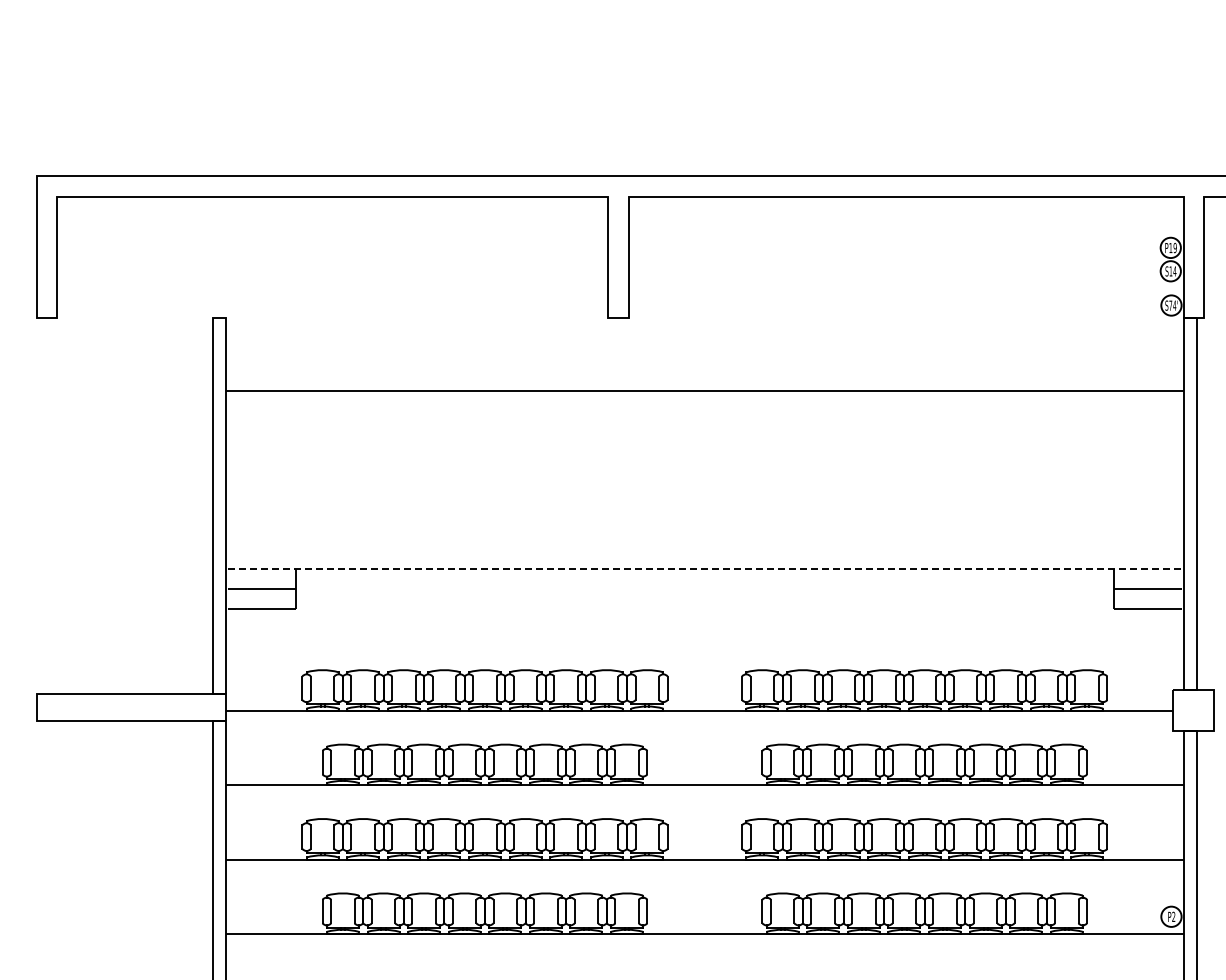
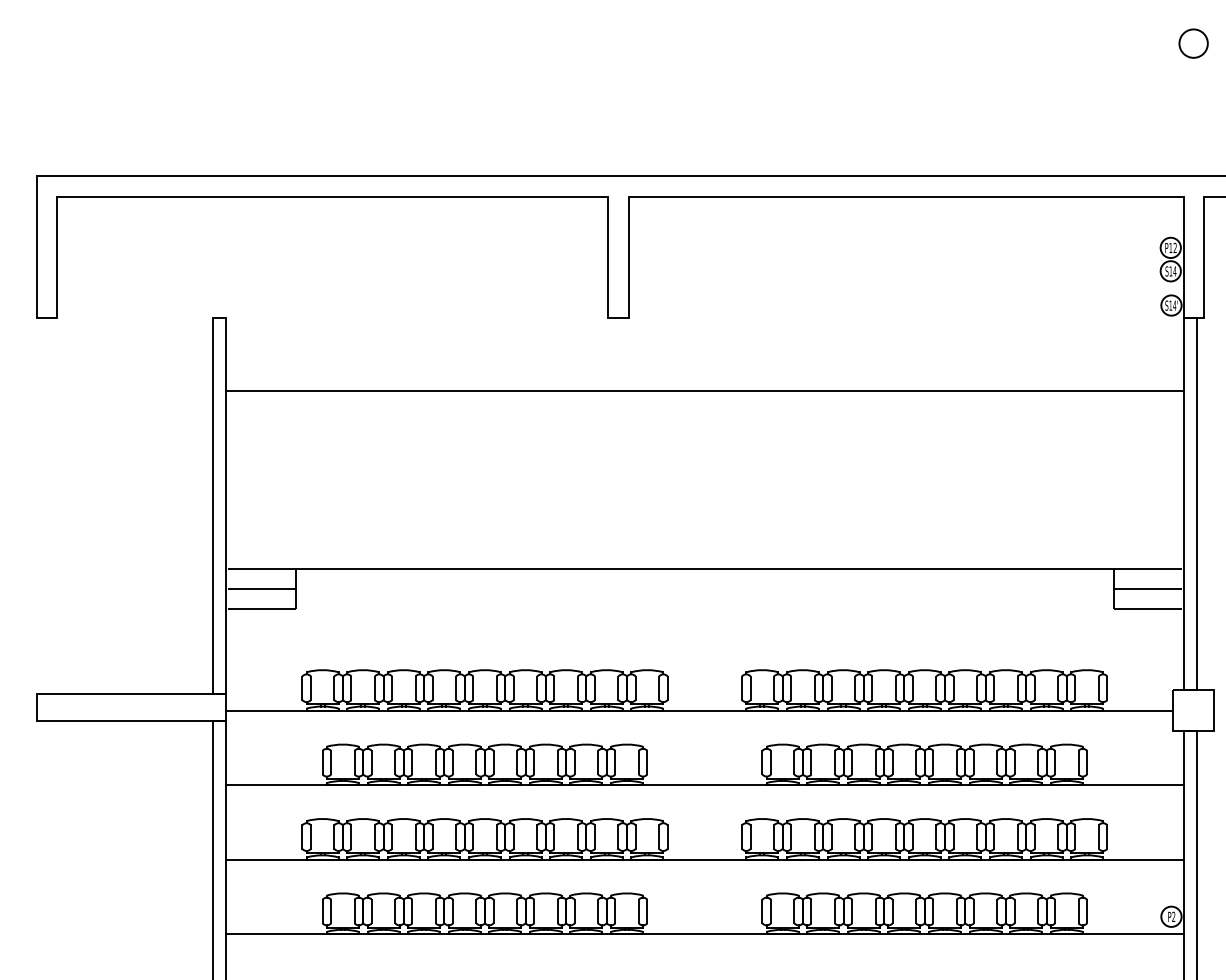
circle at (1193, 43): none -> present
text at (1174, 248): P19 -> P12
text at (1170, 305): S74' -> S14'
line at (704, 568): dashed -> solid
